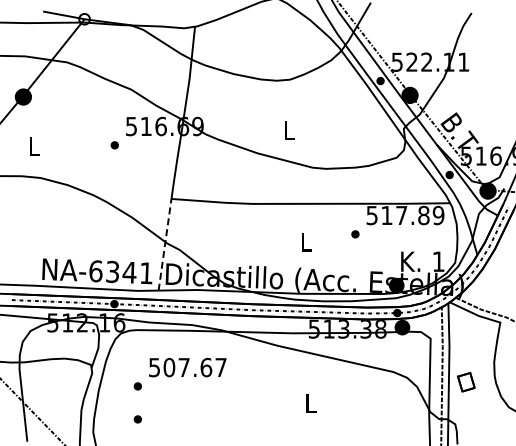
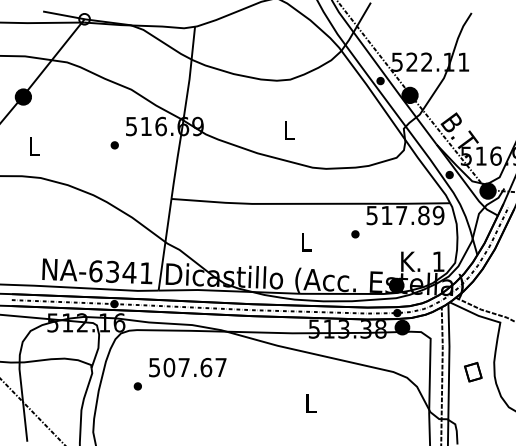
line at (165, 244): dashed -> solid
part at (466, 381) position: (466, 381) -> (473, 371)
part at (137, 419): present -> none
